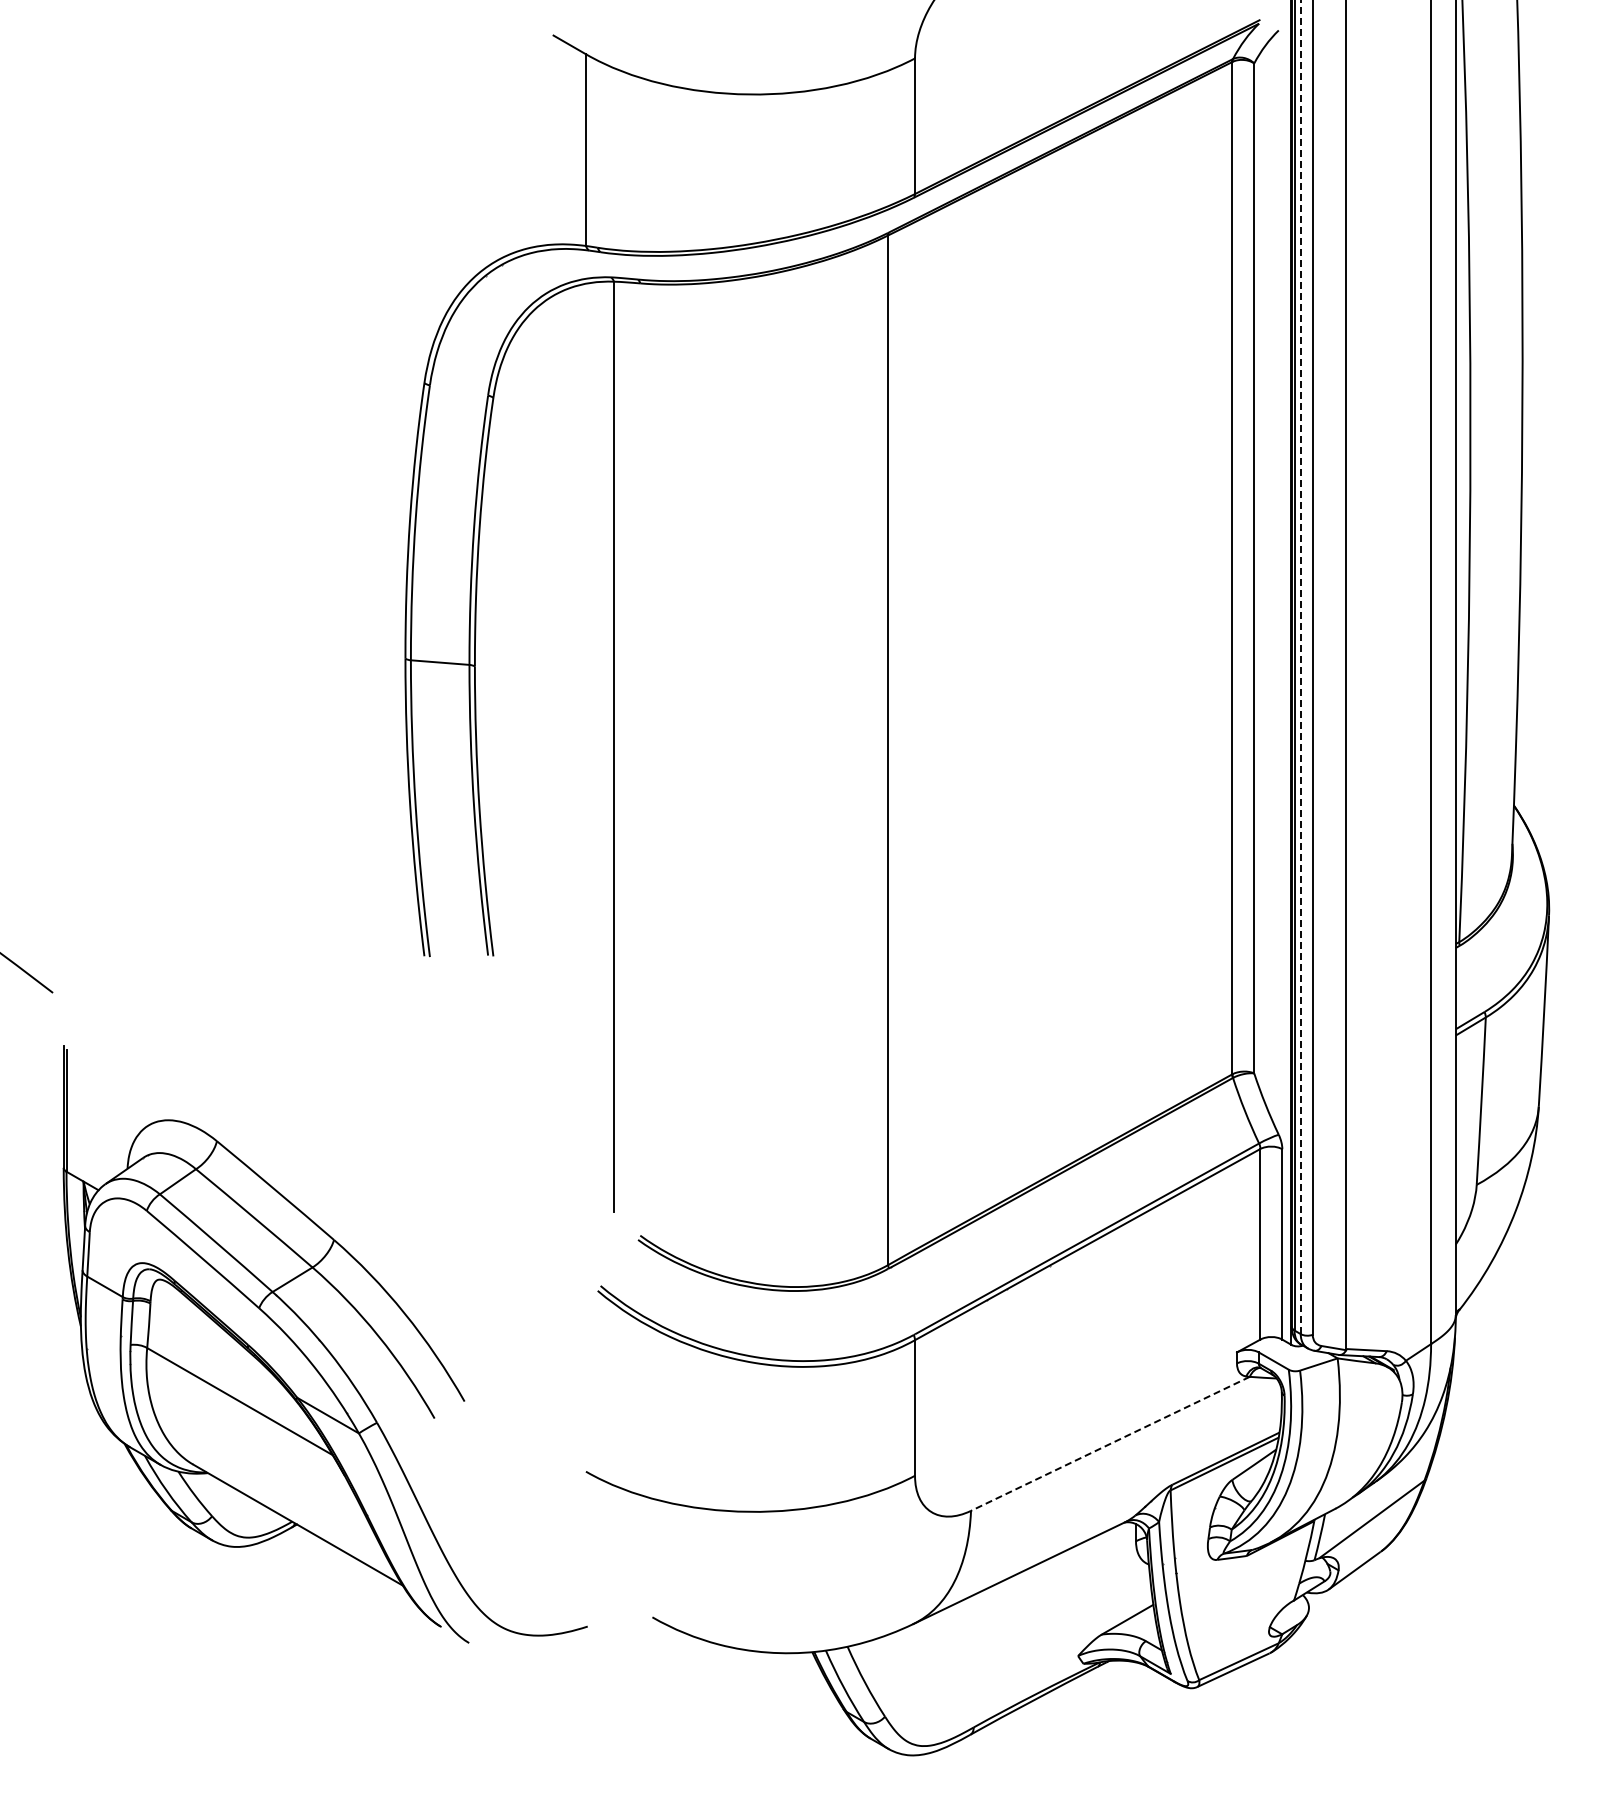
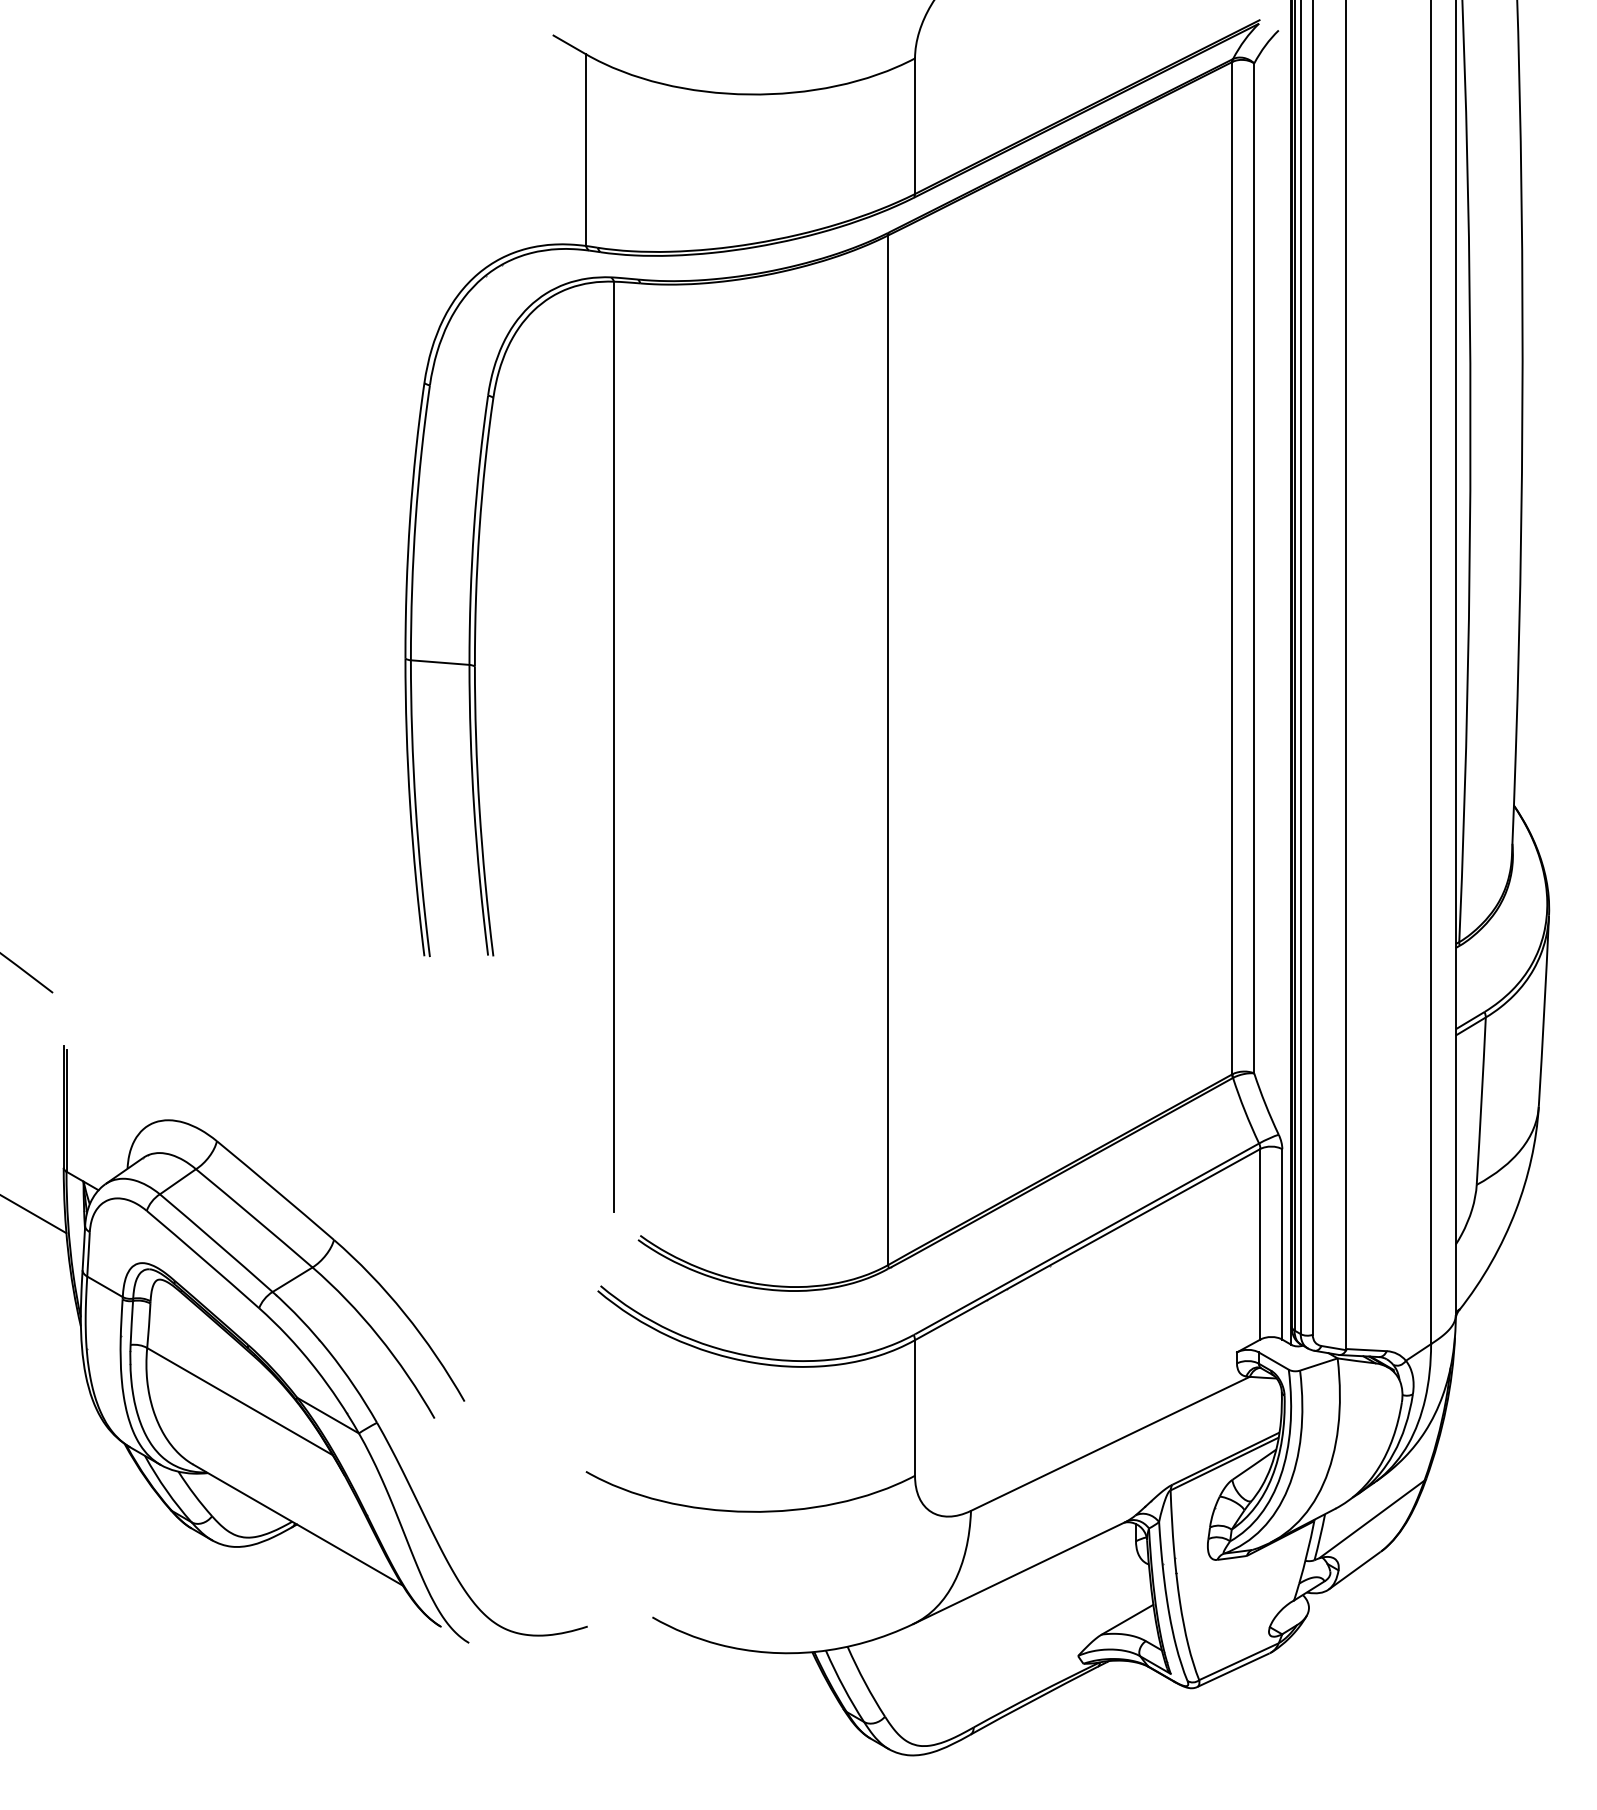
line at (1300, 667): dashed -> solid
line at (34, 1214): none -> present
line at (1110, 1443): dashed -> solid
